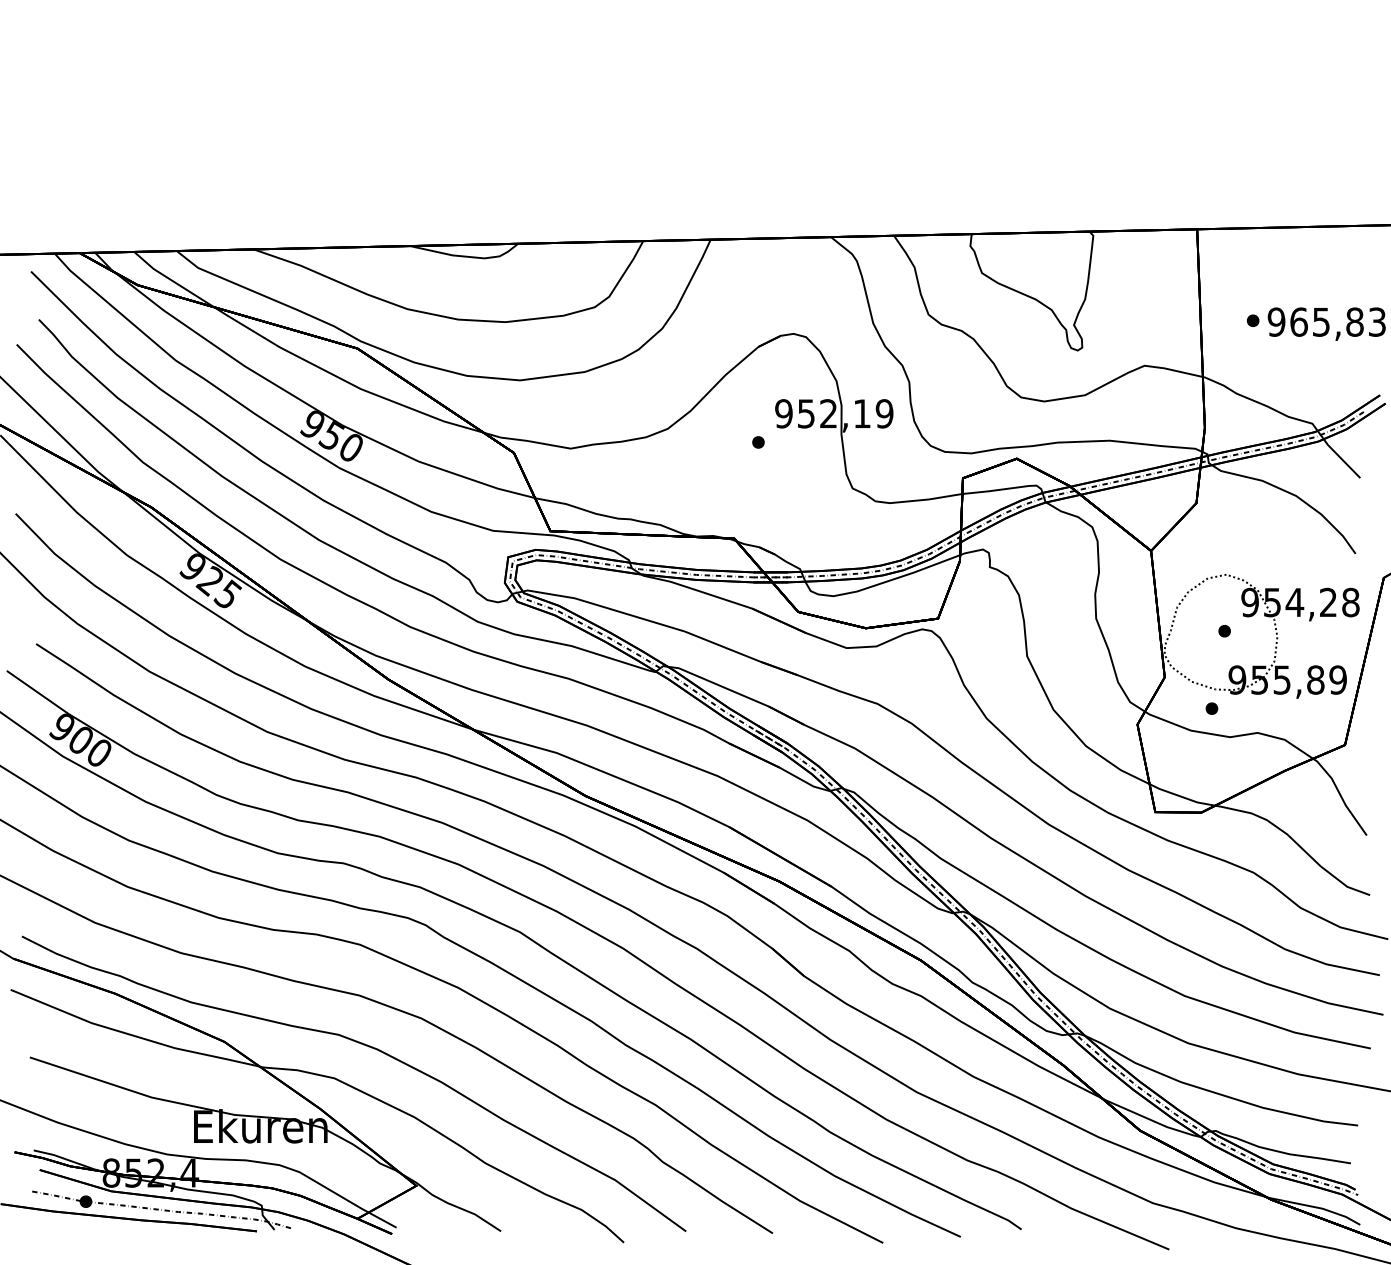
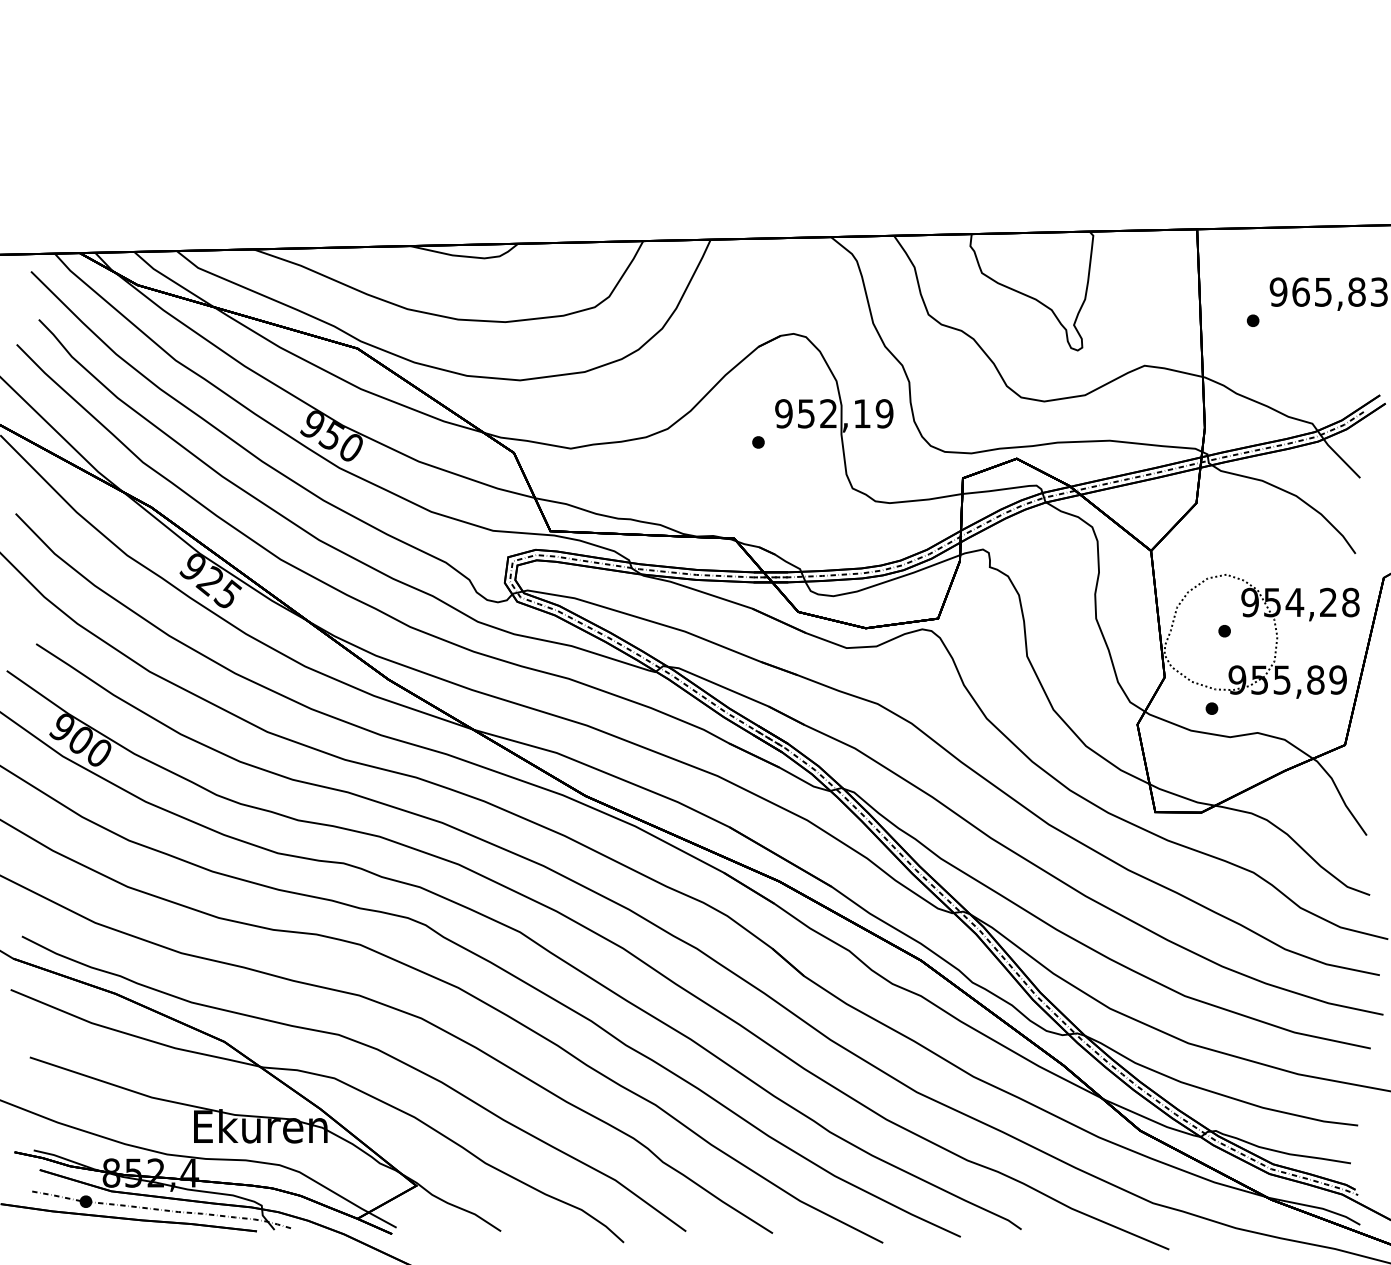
text at (1326, 323) position: (1326, 323) -> (1328, 293)
